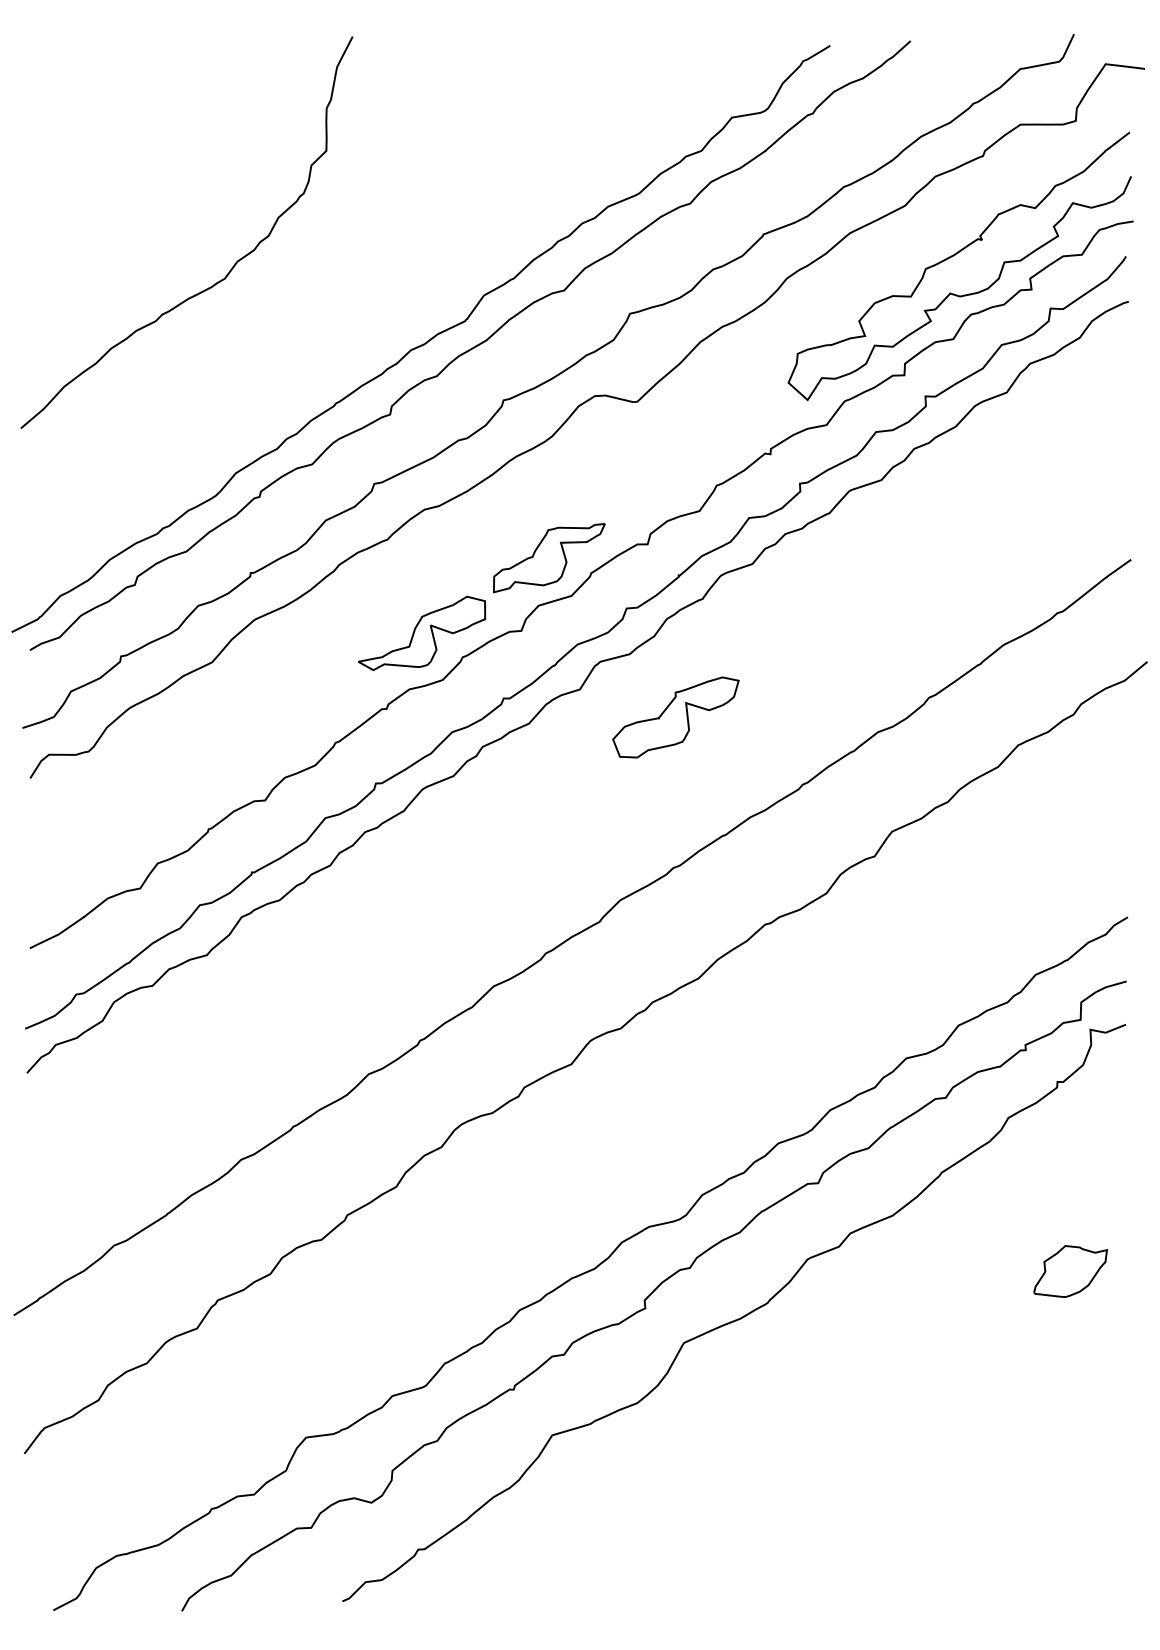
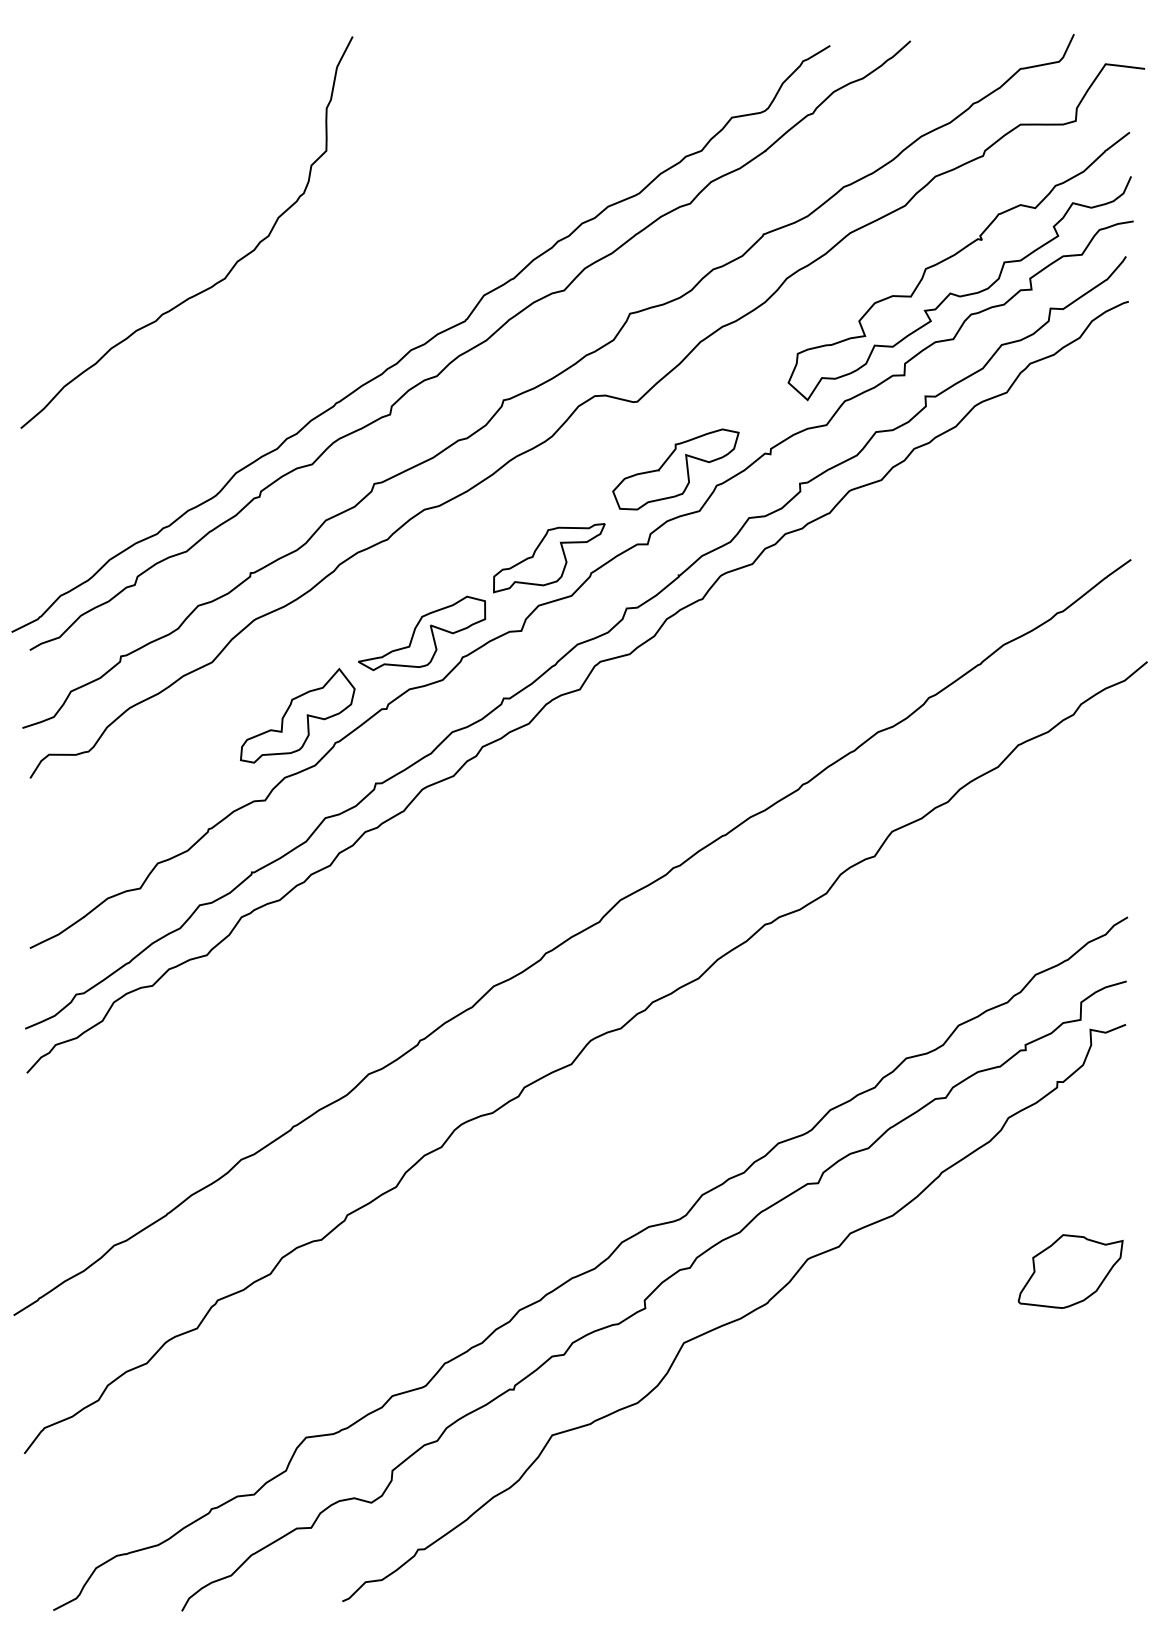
part at (297, 715): none -> present
part at (675, 717) position: (675, 717) -> (675, 469)
part at (1070, 1271) size: 75x53 px -> 107x75 px
